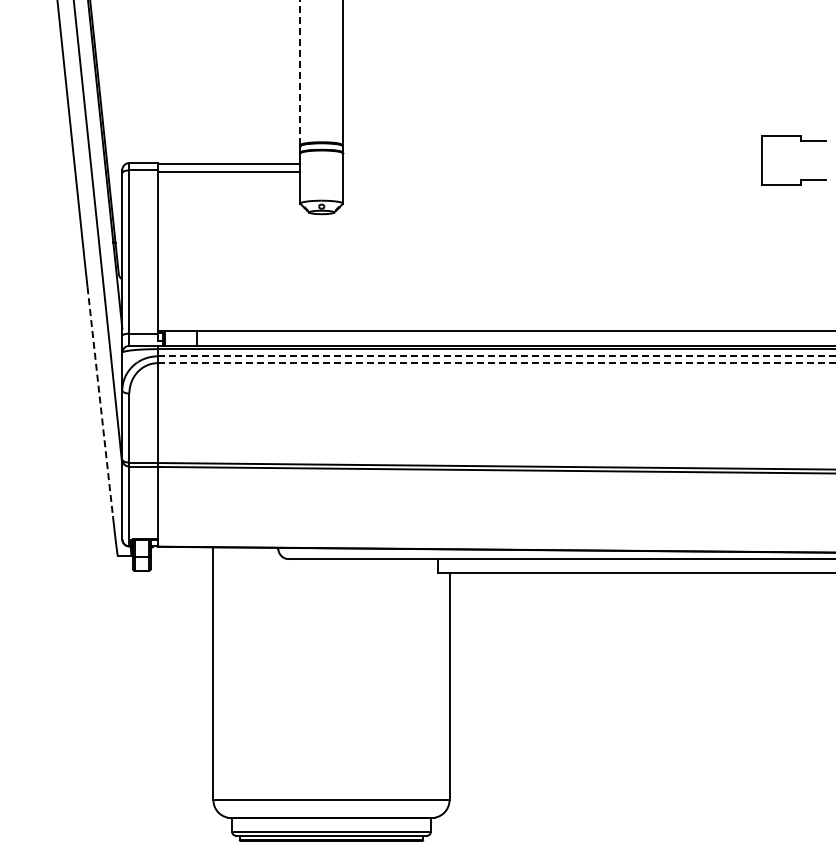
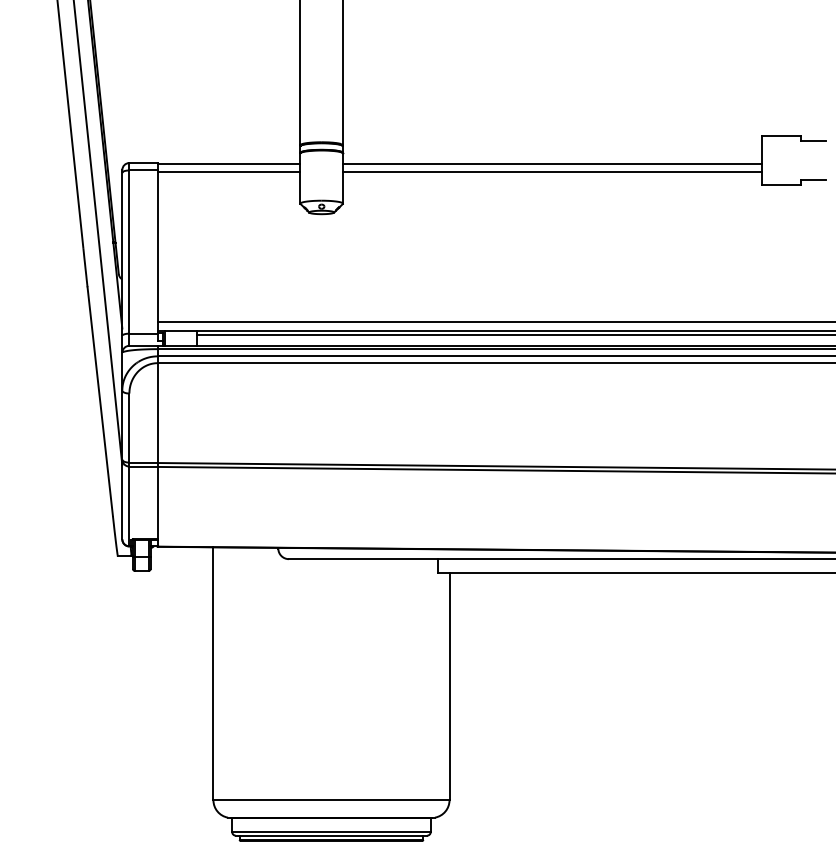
line at (300, 73): dashed -> solid
line at (552, 164): none -> present
line at (552, 171): none -> present
line at (494, 321): none -> present
line at (514, 334): none -> present
line at (496, 356): dashed -> solid
line at (496, 363): dashed -> solid
line at (100, 402): dashed -> solid
